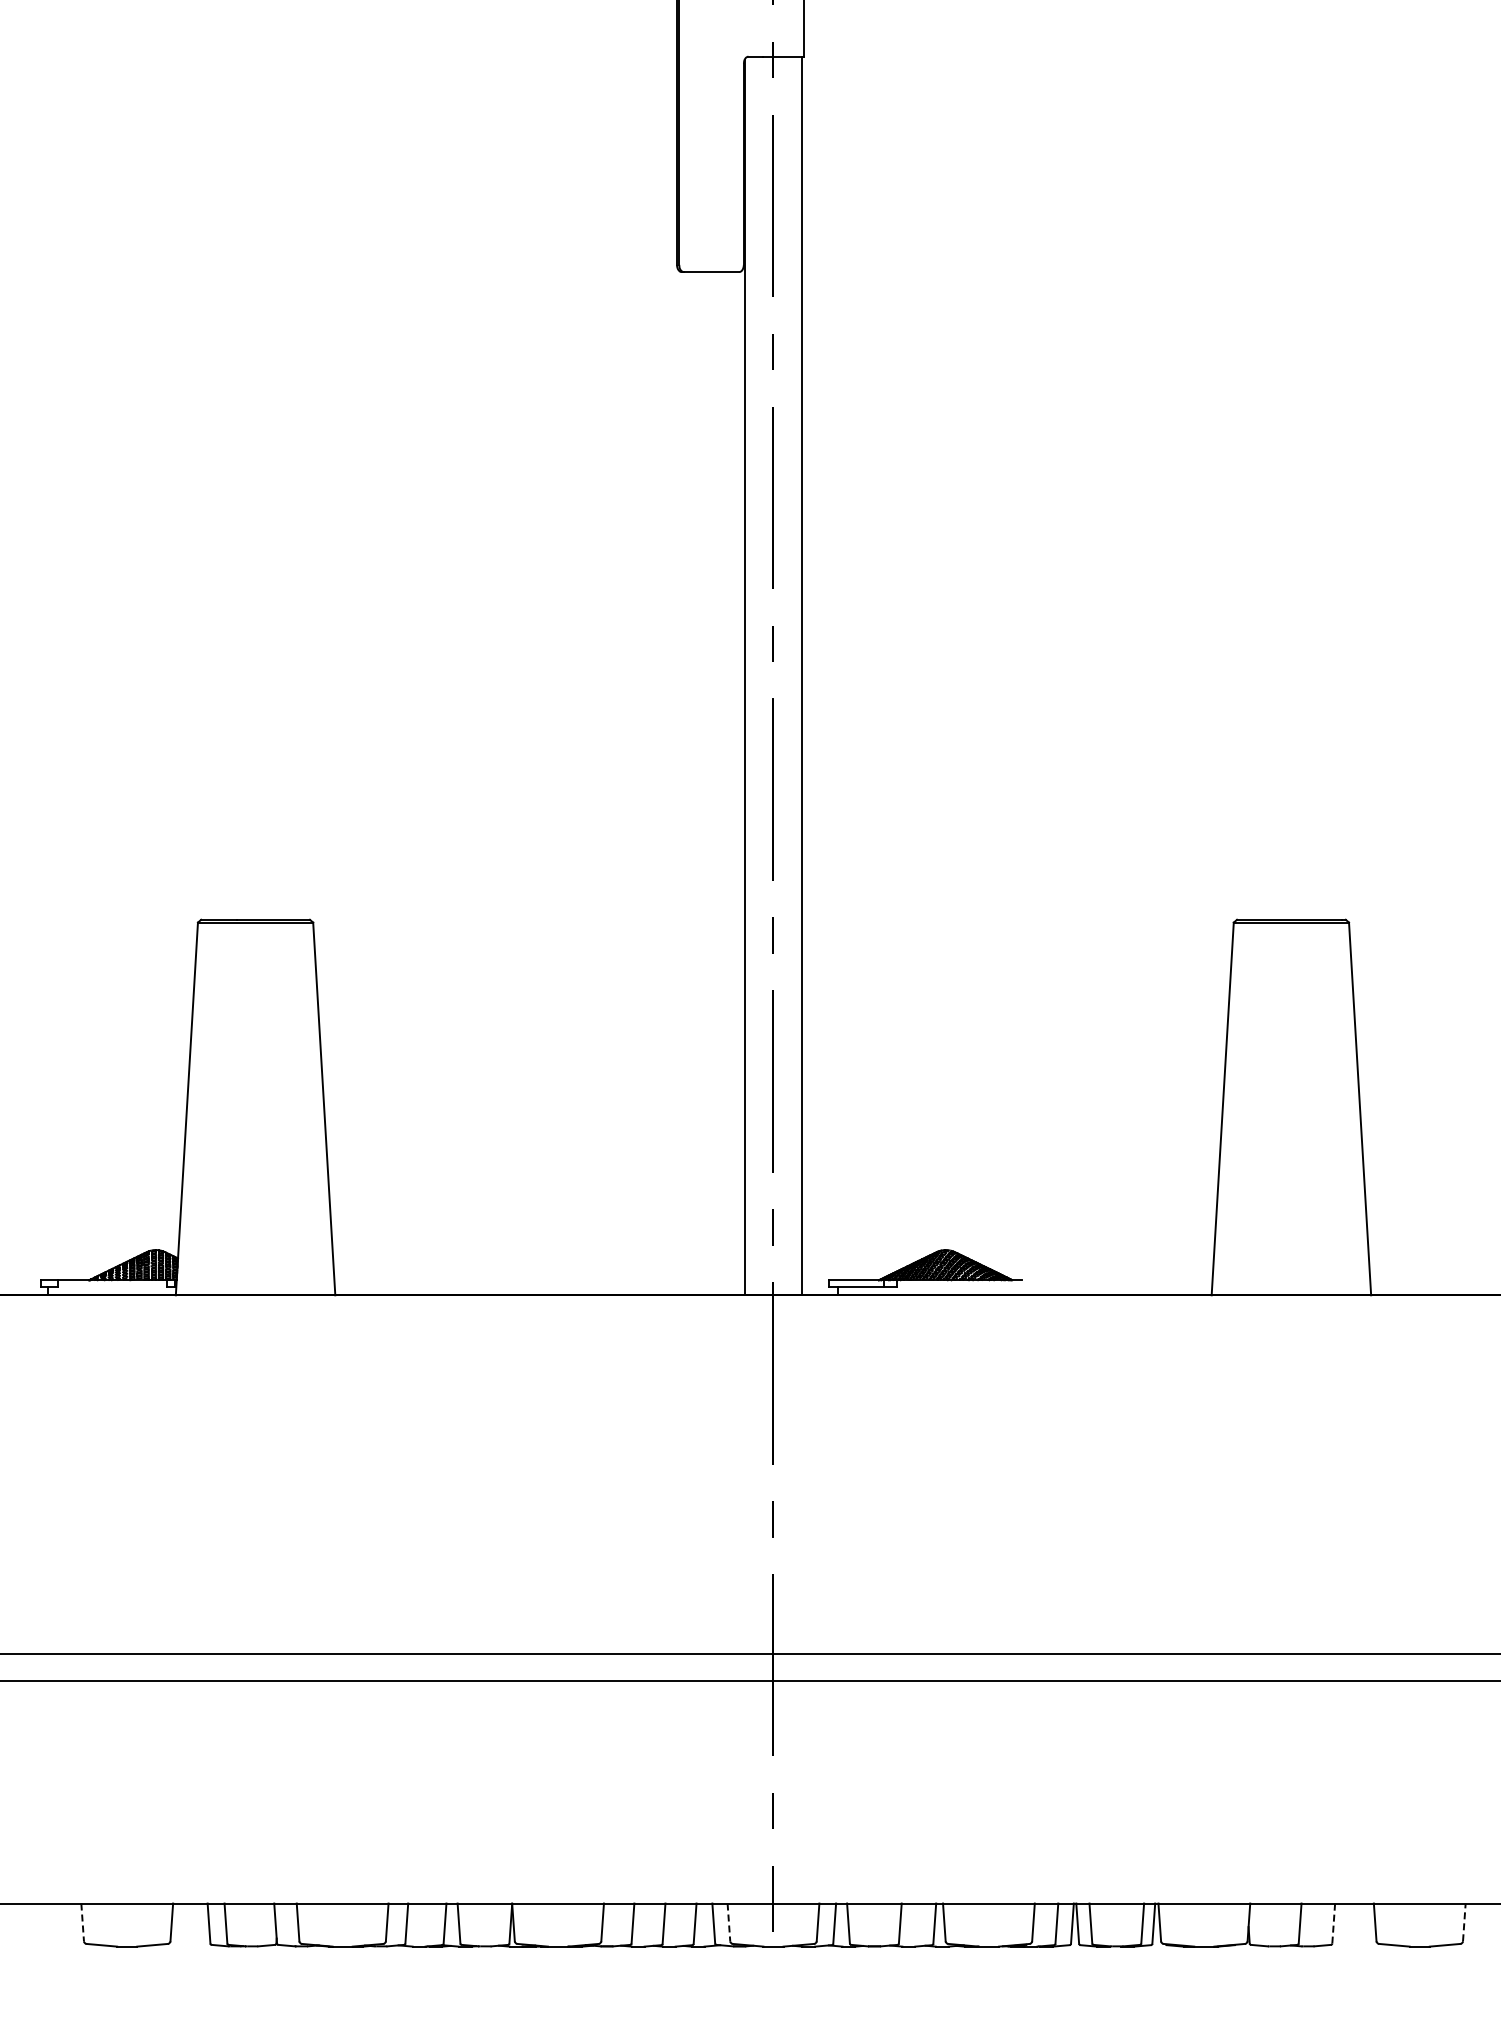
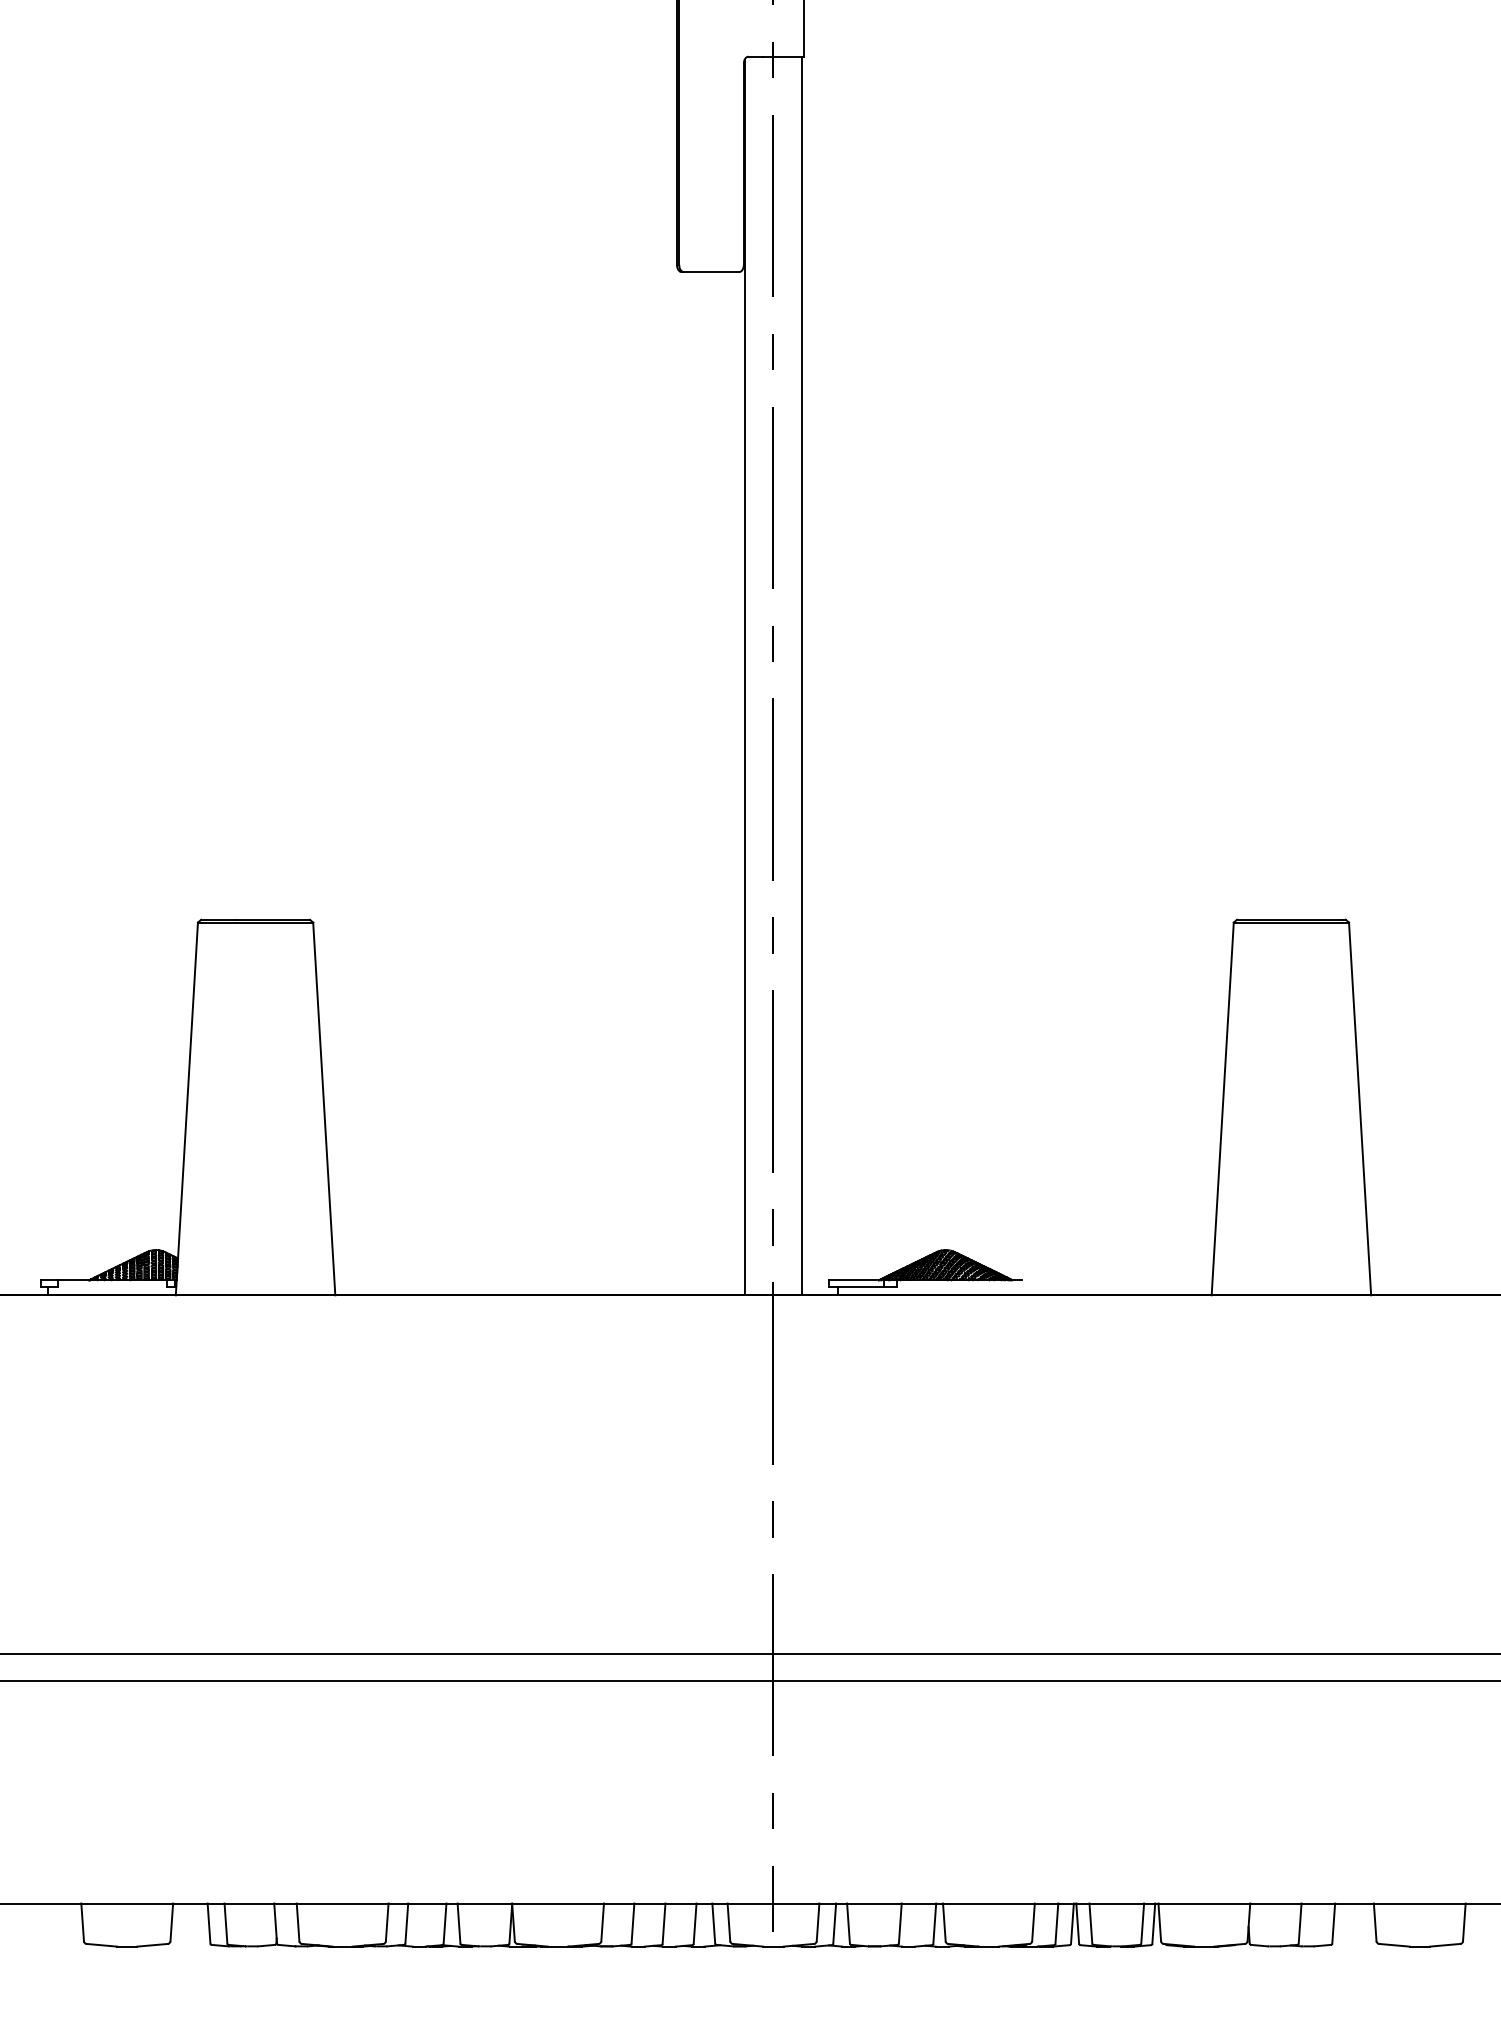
line at (82, 1922): dashed -> solid
line at (728, 1922): dashed -> solid
line at (1464, 1922): dashed -> solid
line at (1333, 1923): dashed -> solid
